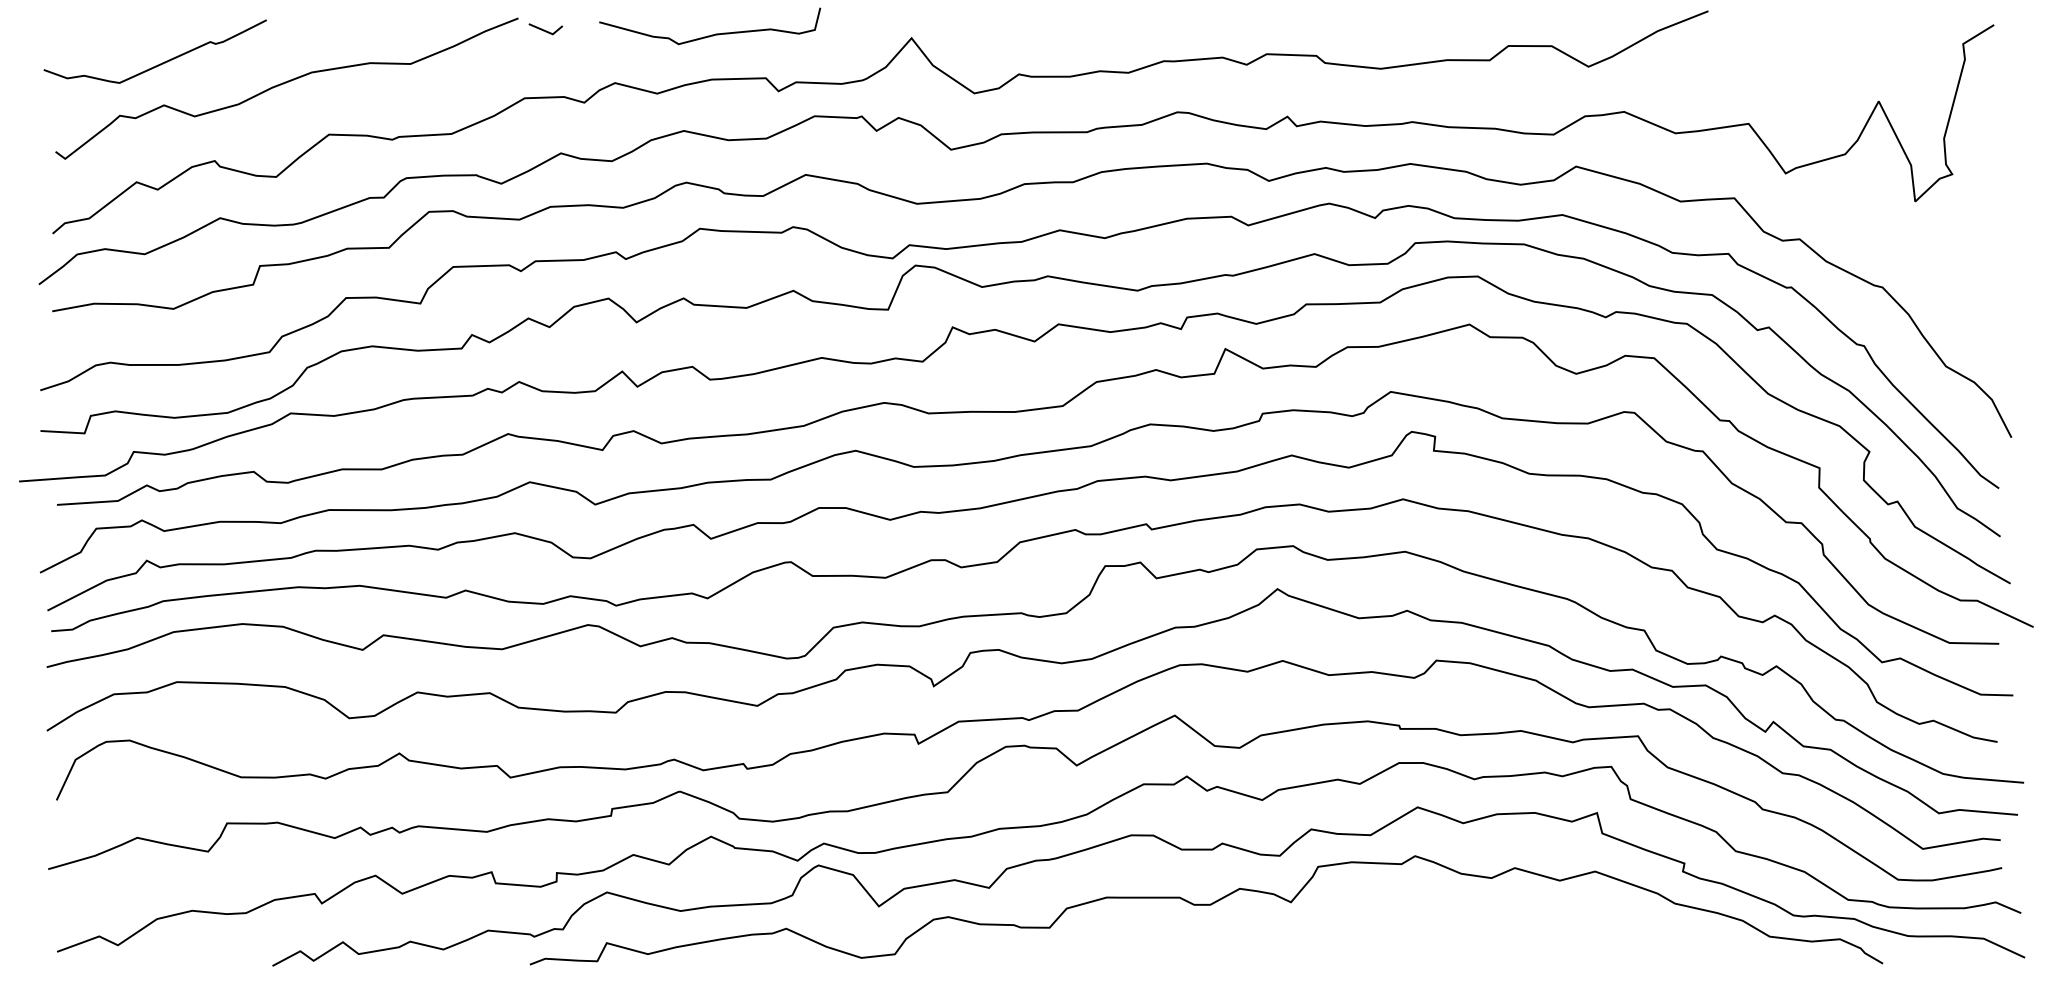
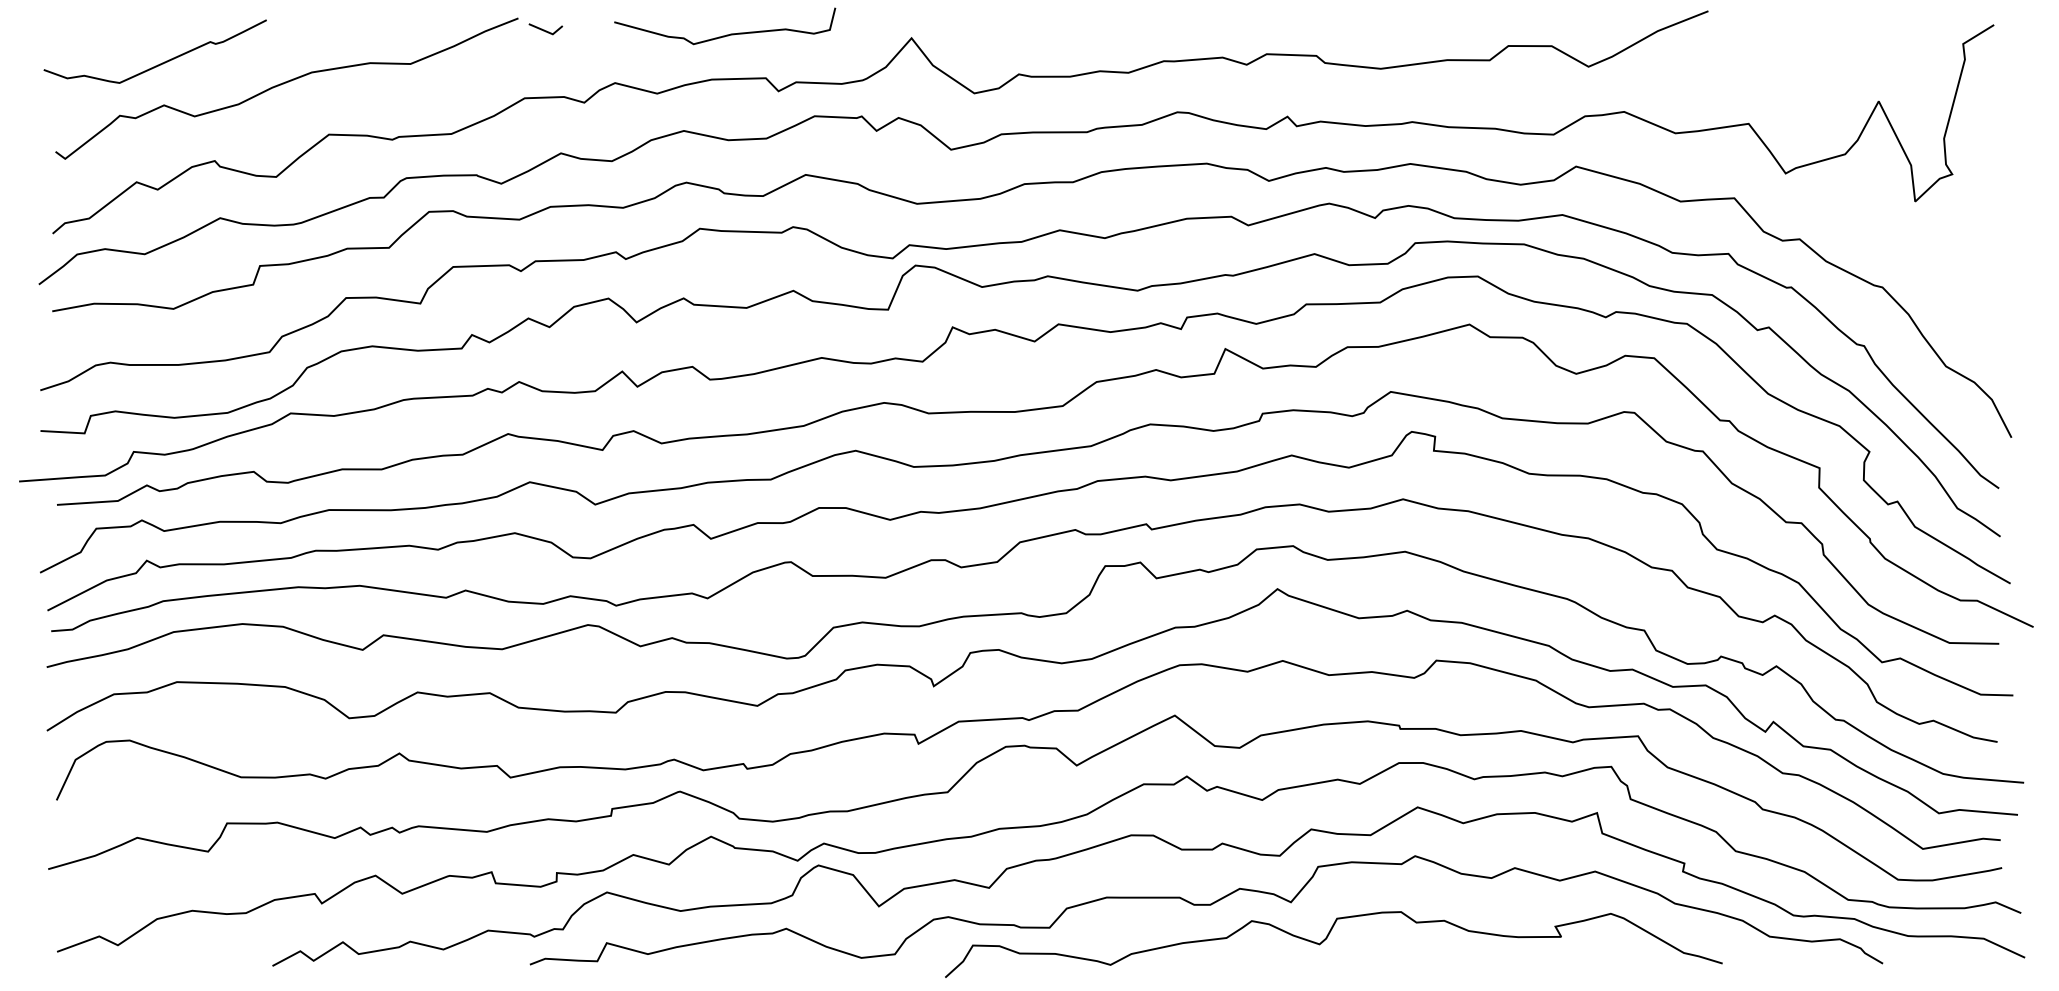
curve at (711, 34) position: (711, 34) -> (726, 34)
curve at (1327, 938): none -> present
